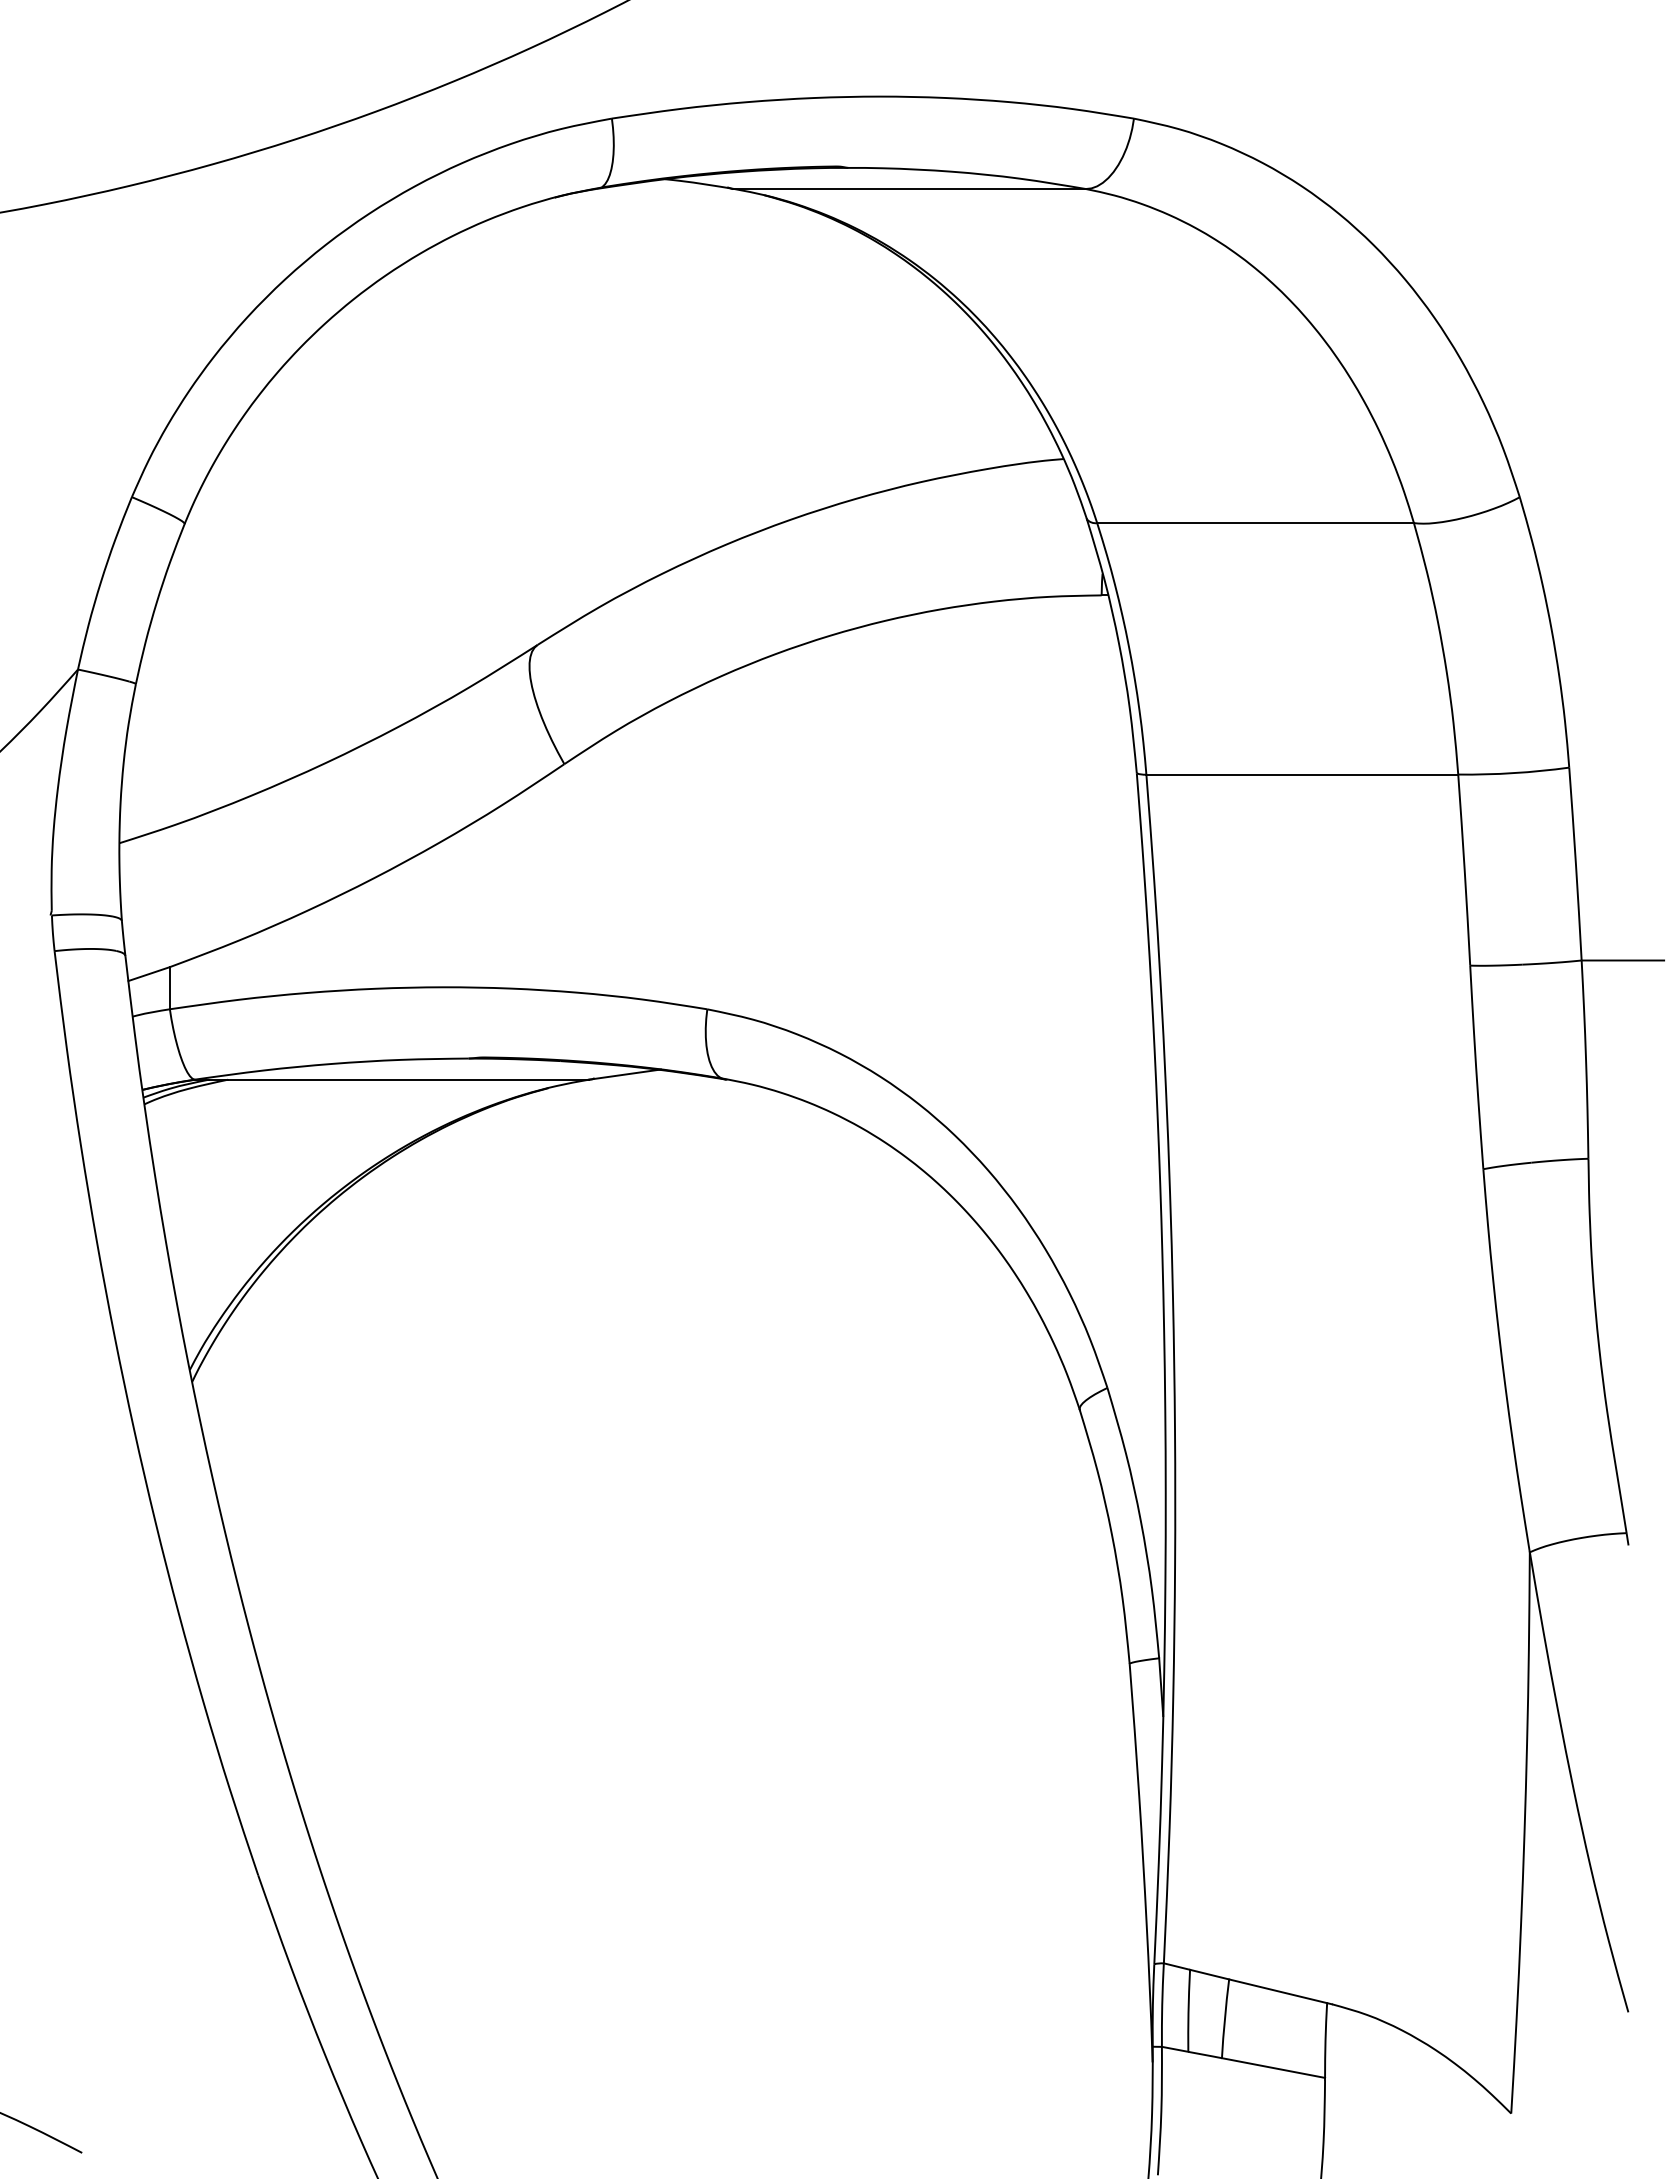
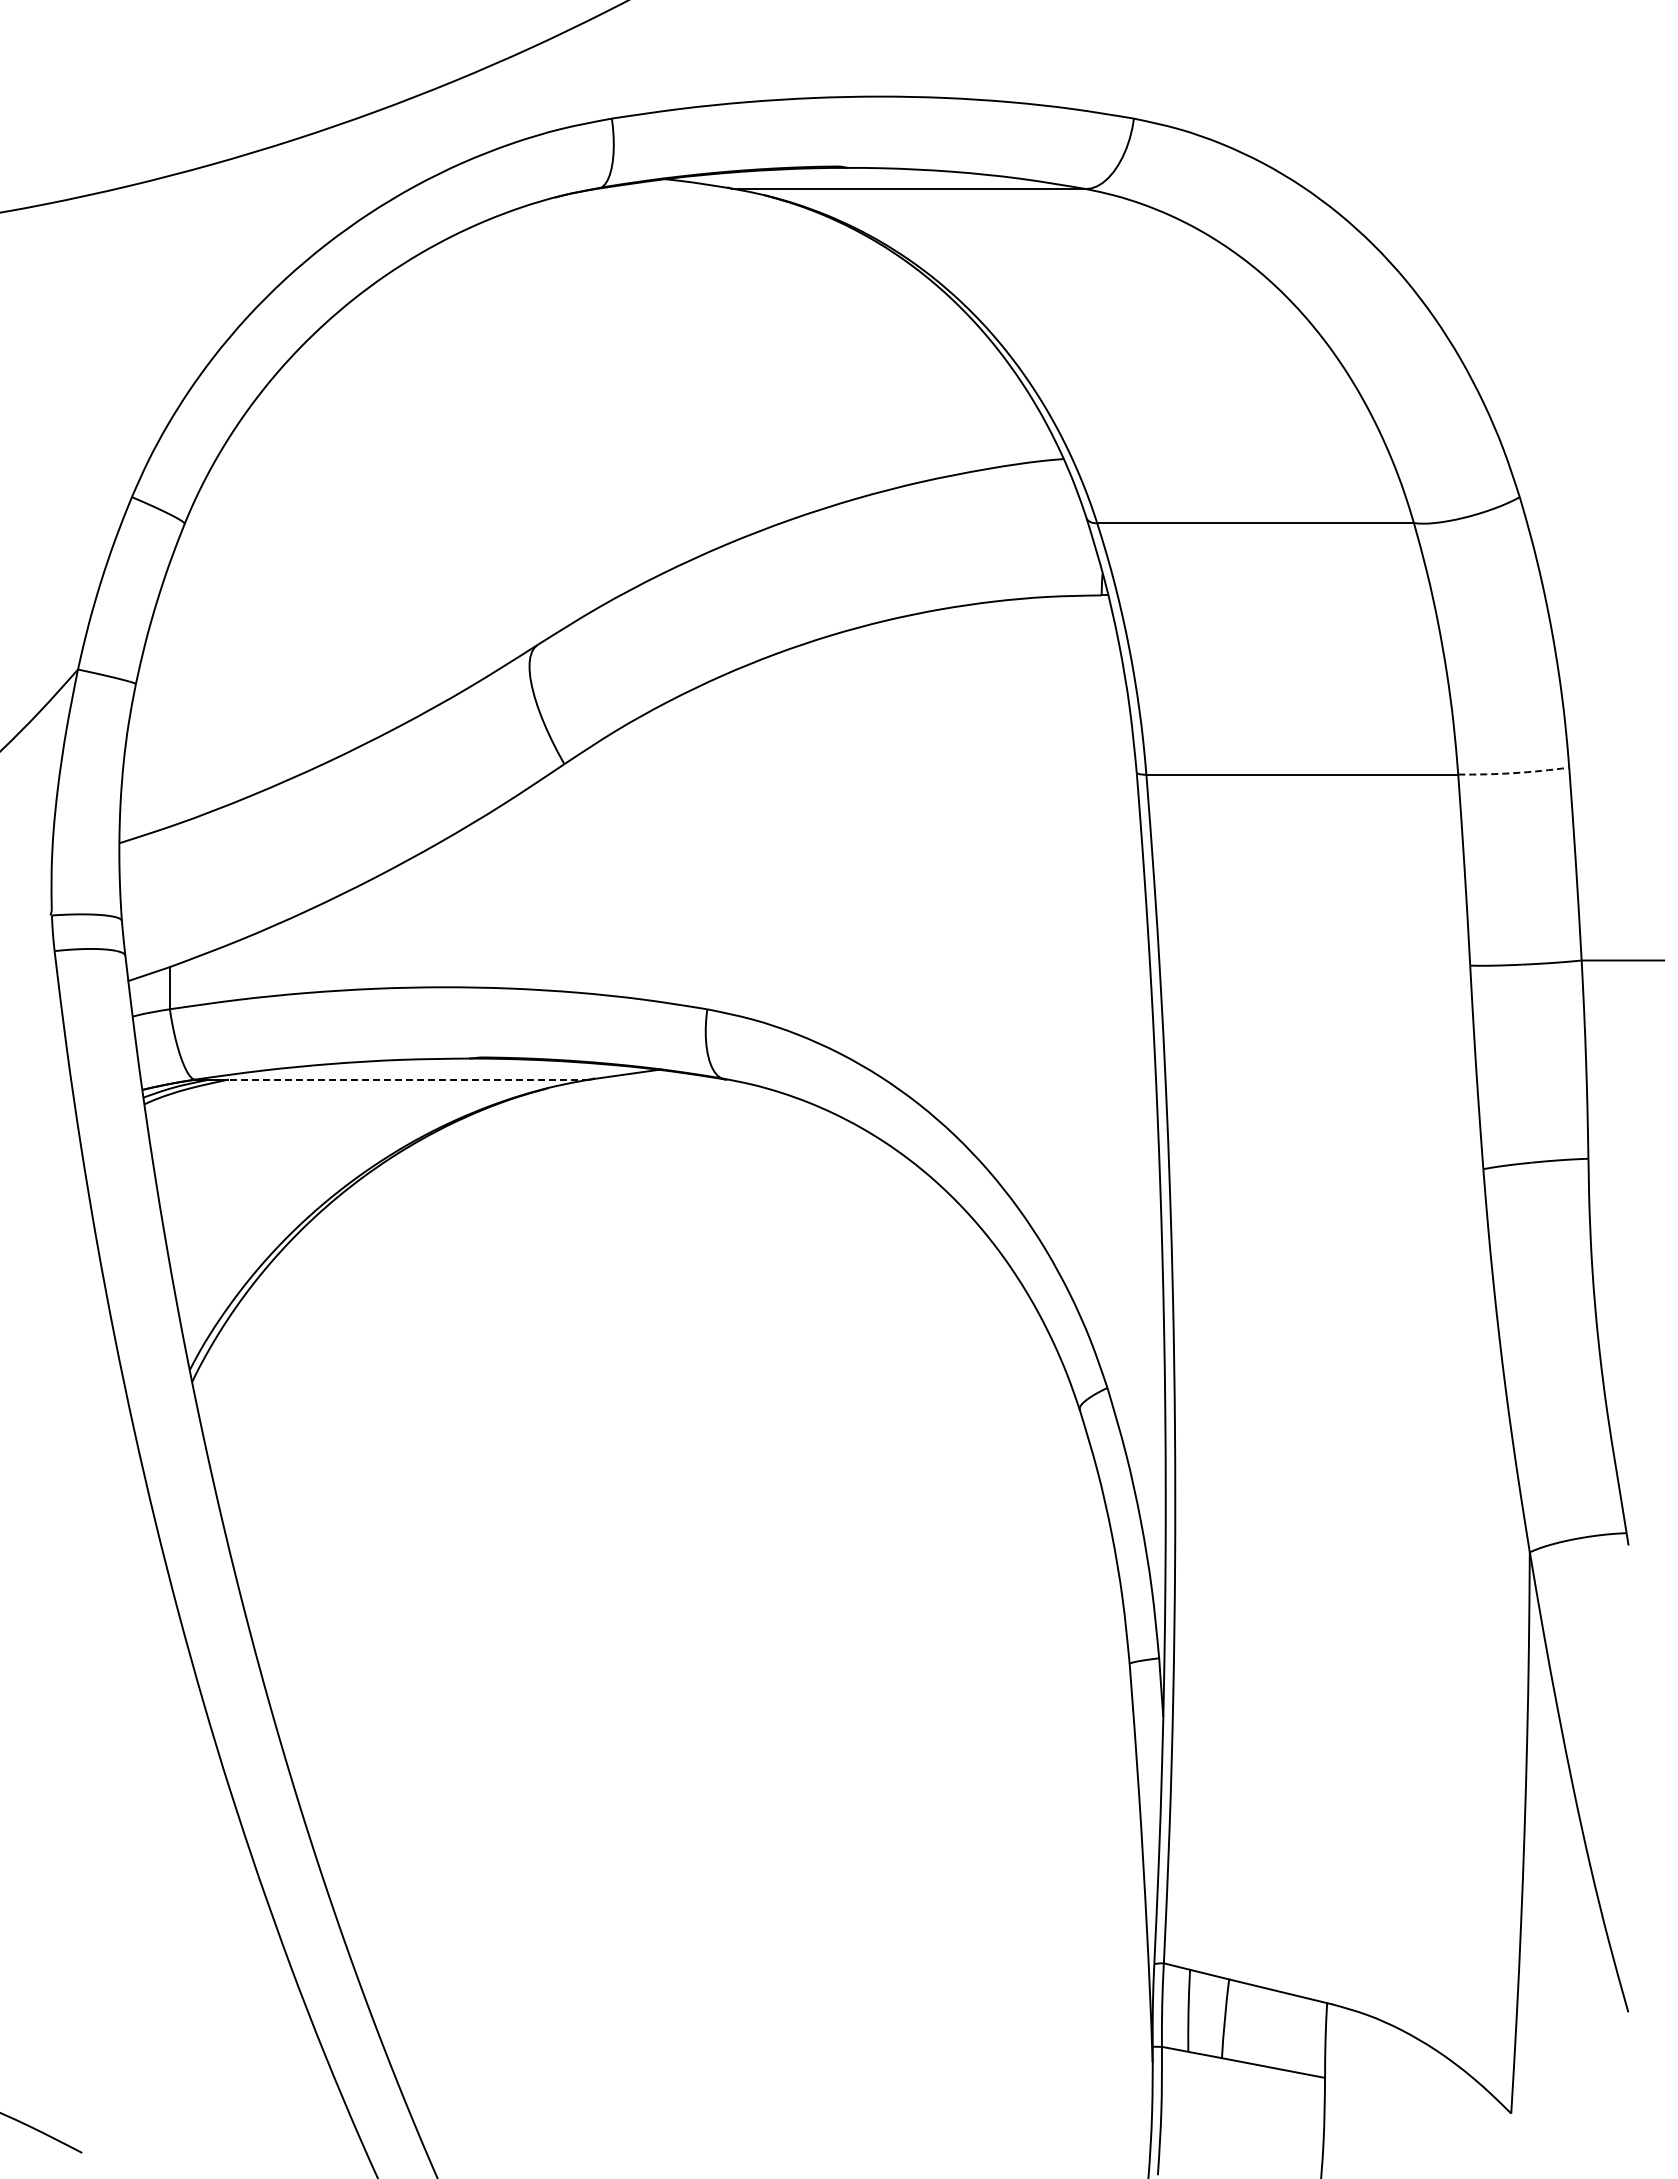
arc at (1513, 773): solid -> dashed
line at (407, 1079): solid -> dashed
